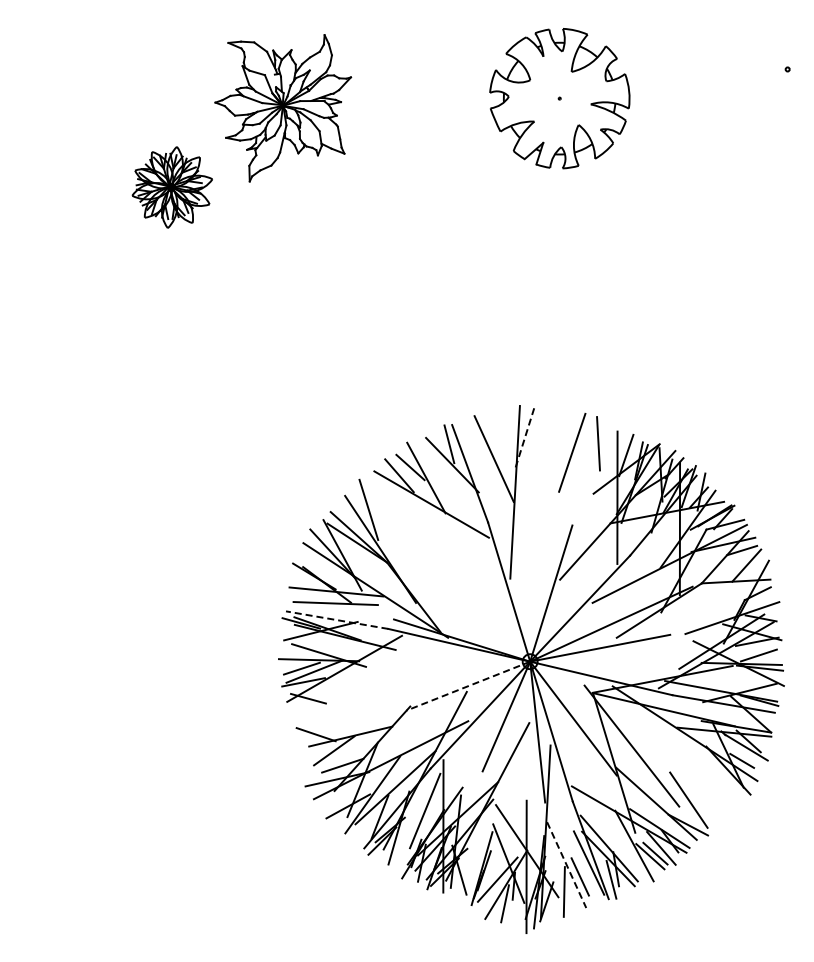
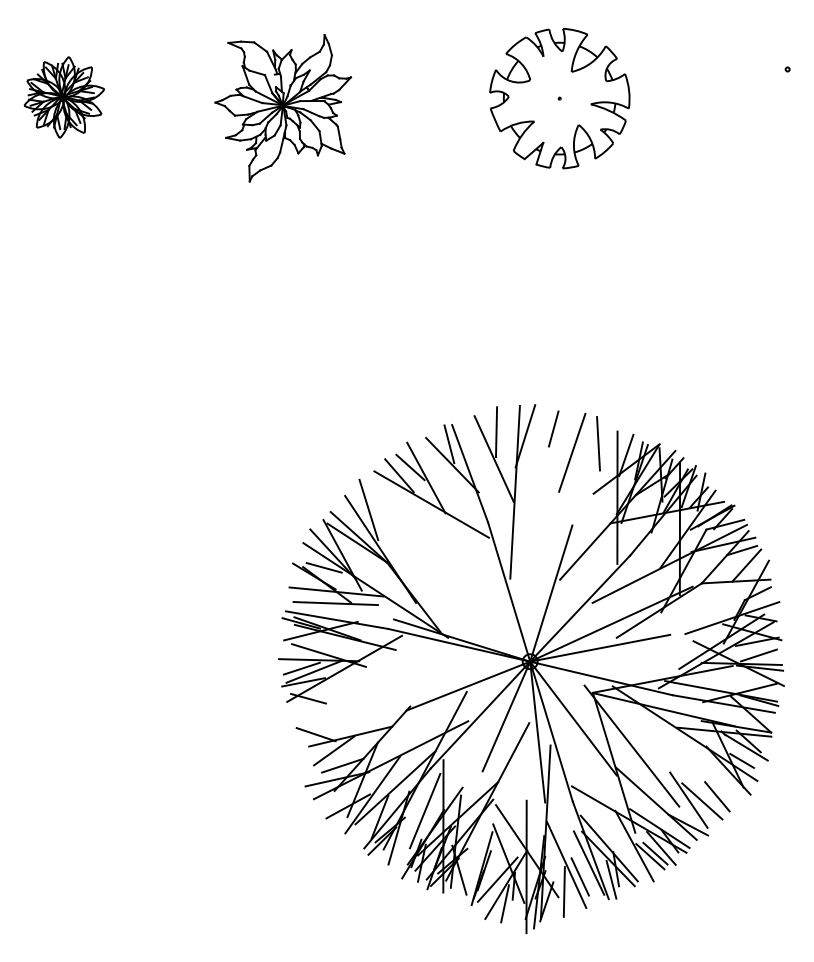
part at (171, 187) position: (171, 187) -> (63, 97)
line at (553, 428): none -> present
line at (496, 432): none -> present
line at (525, 436): dashed -> solid
line at (323, 567): none -> present
line at (337, 620): dashed -> solid
line at (467, 686): dashed -> solid
line at (717, 796): none -> present
line at (702, 801): none -> present
line at (566, 865): dashed -> solid
